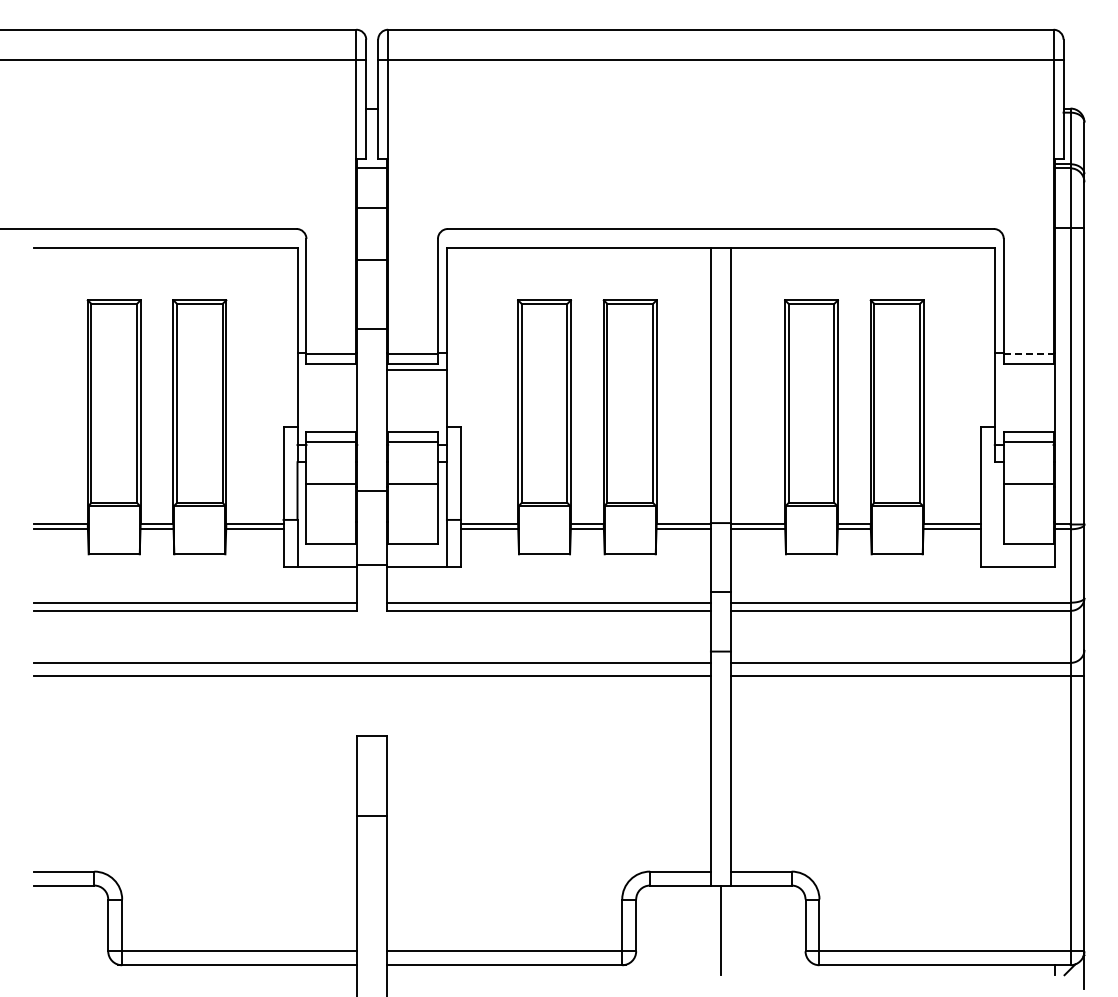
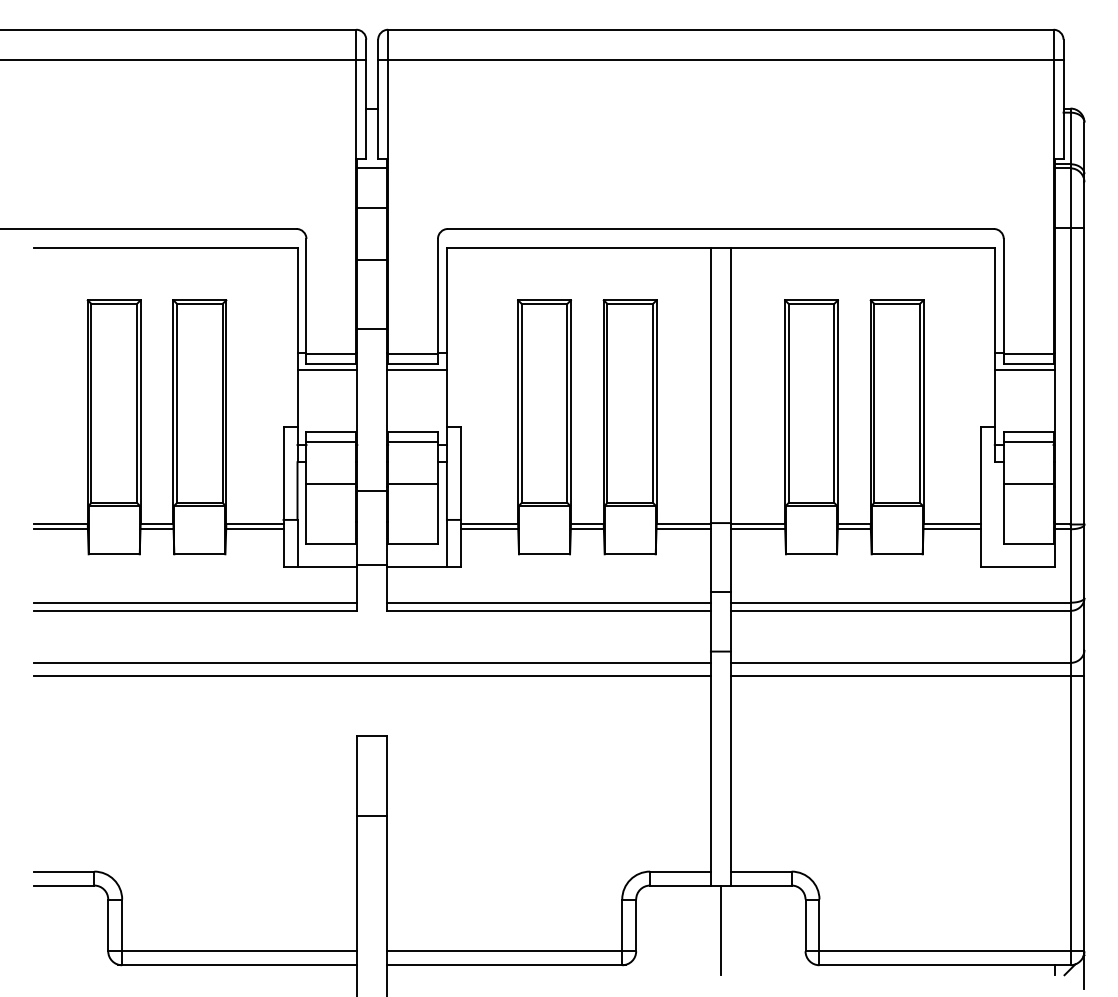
line at (1028, 354): dashed -> solid
line at (327, 369): none -> present
line at (1024, 369): none -> present
